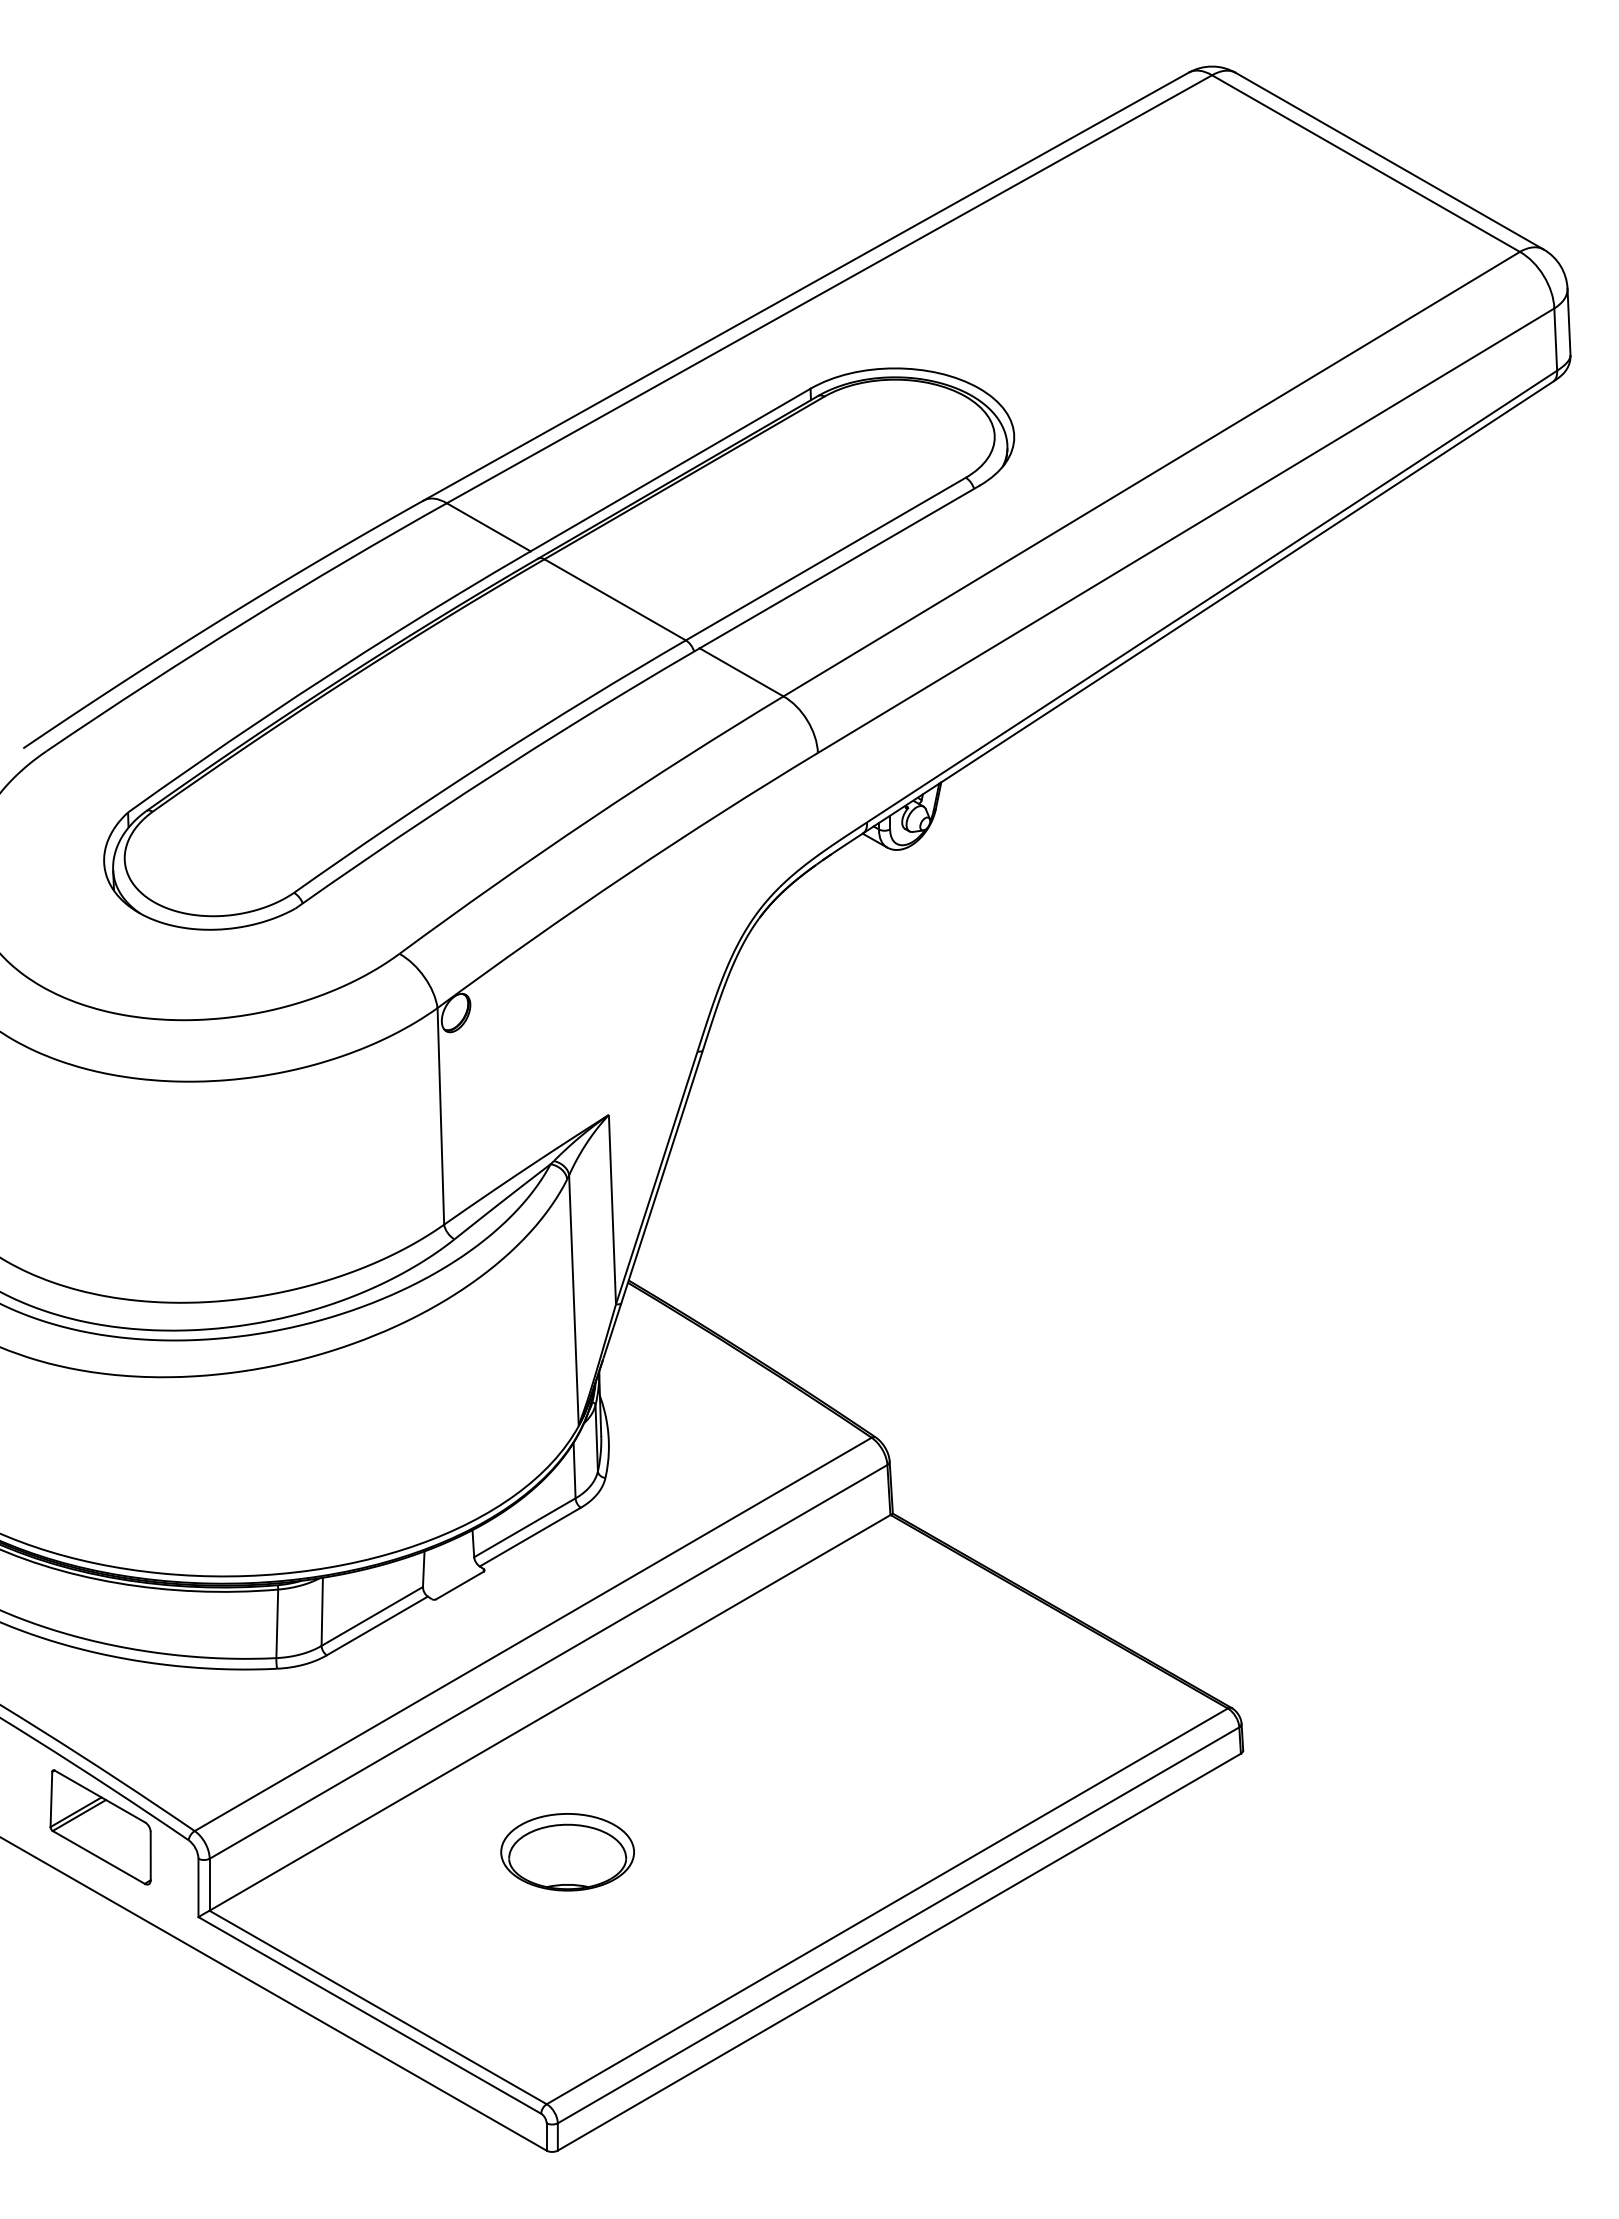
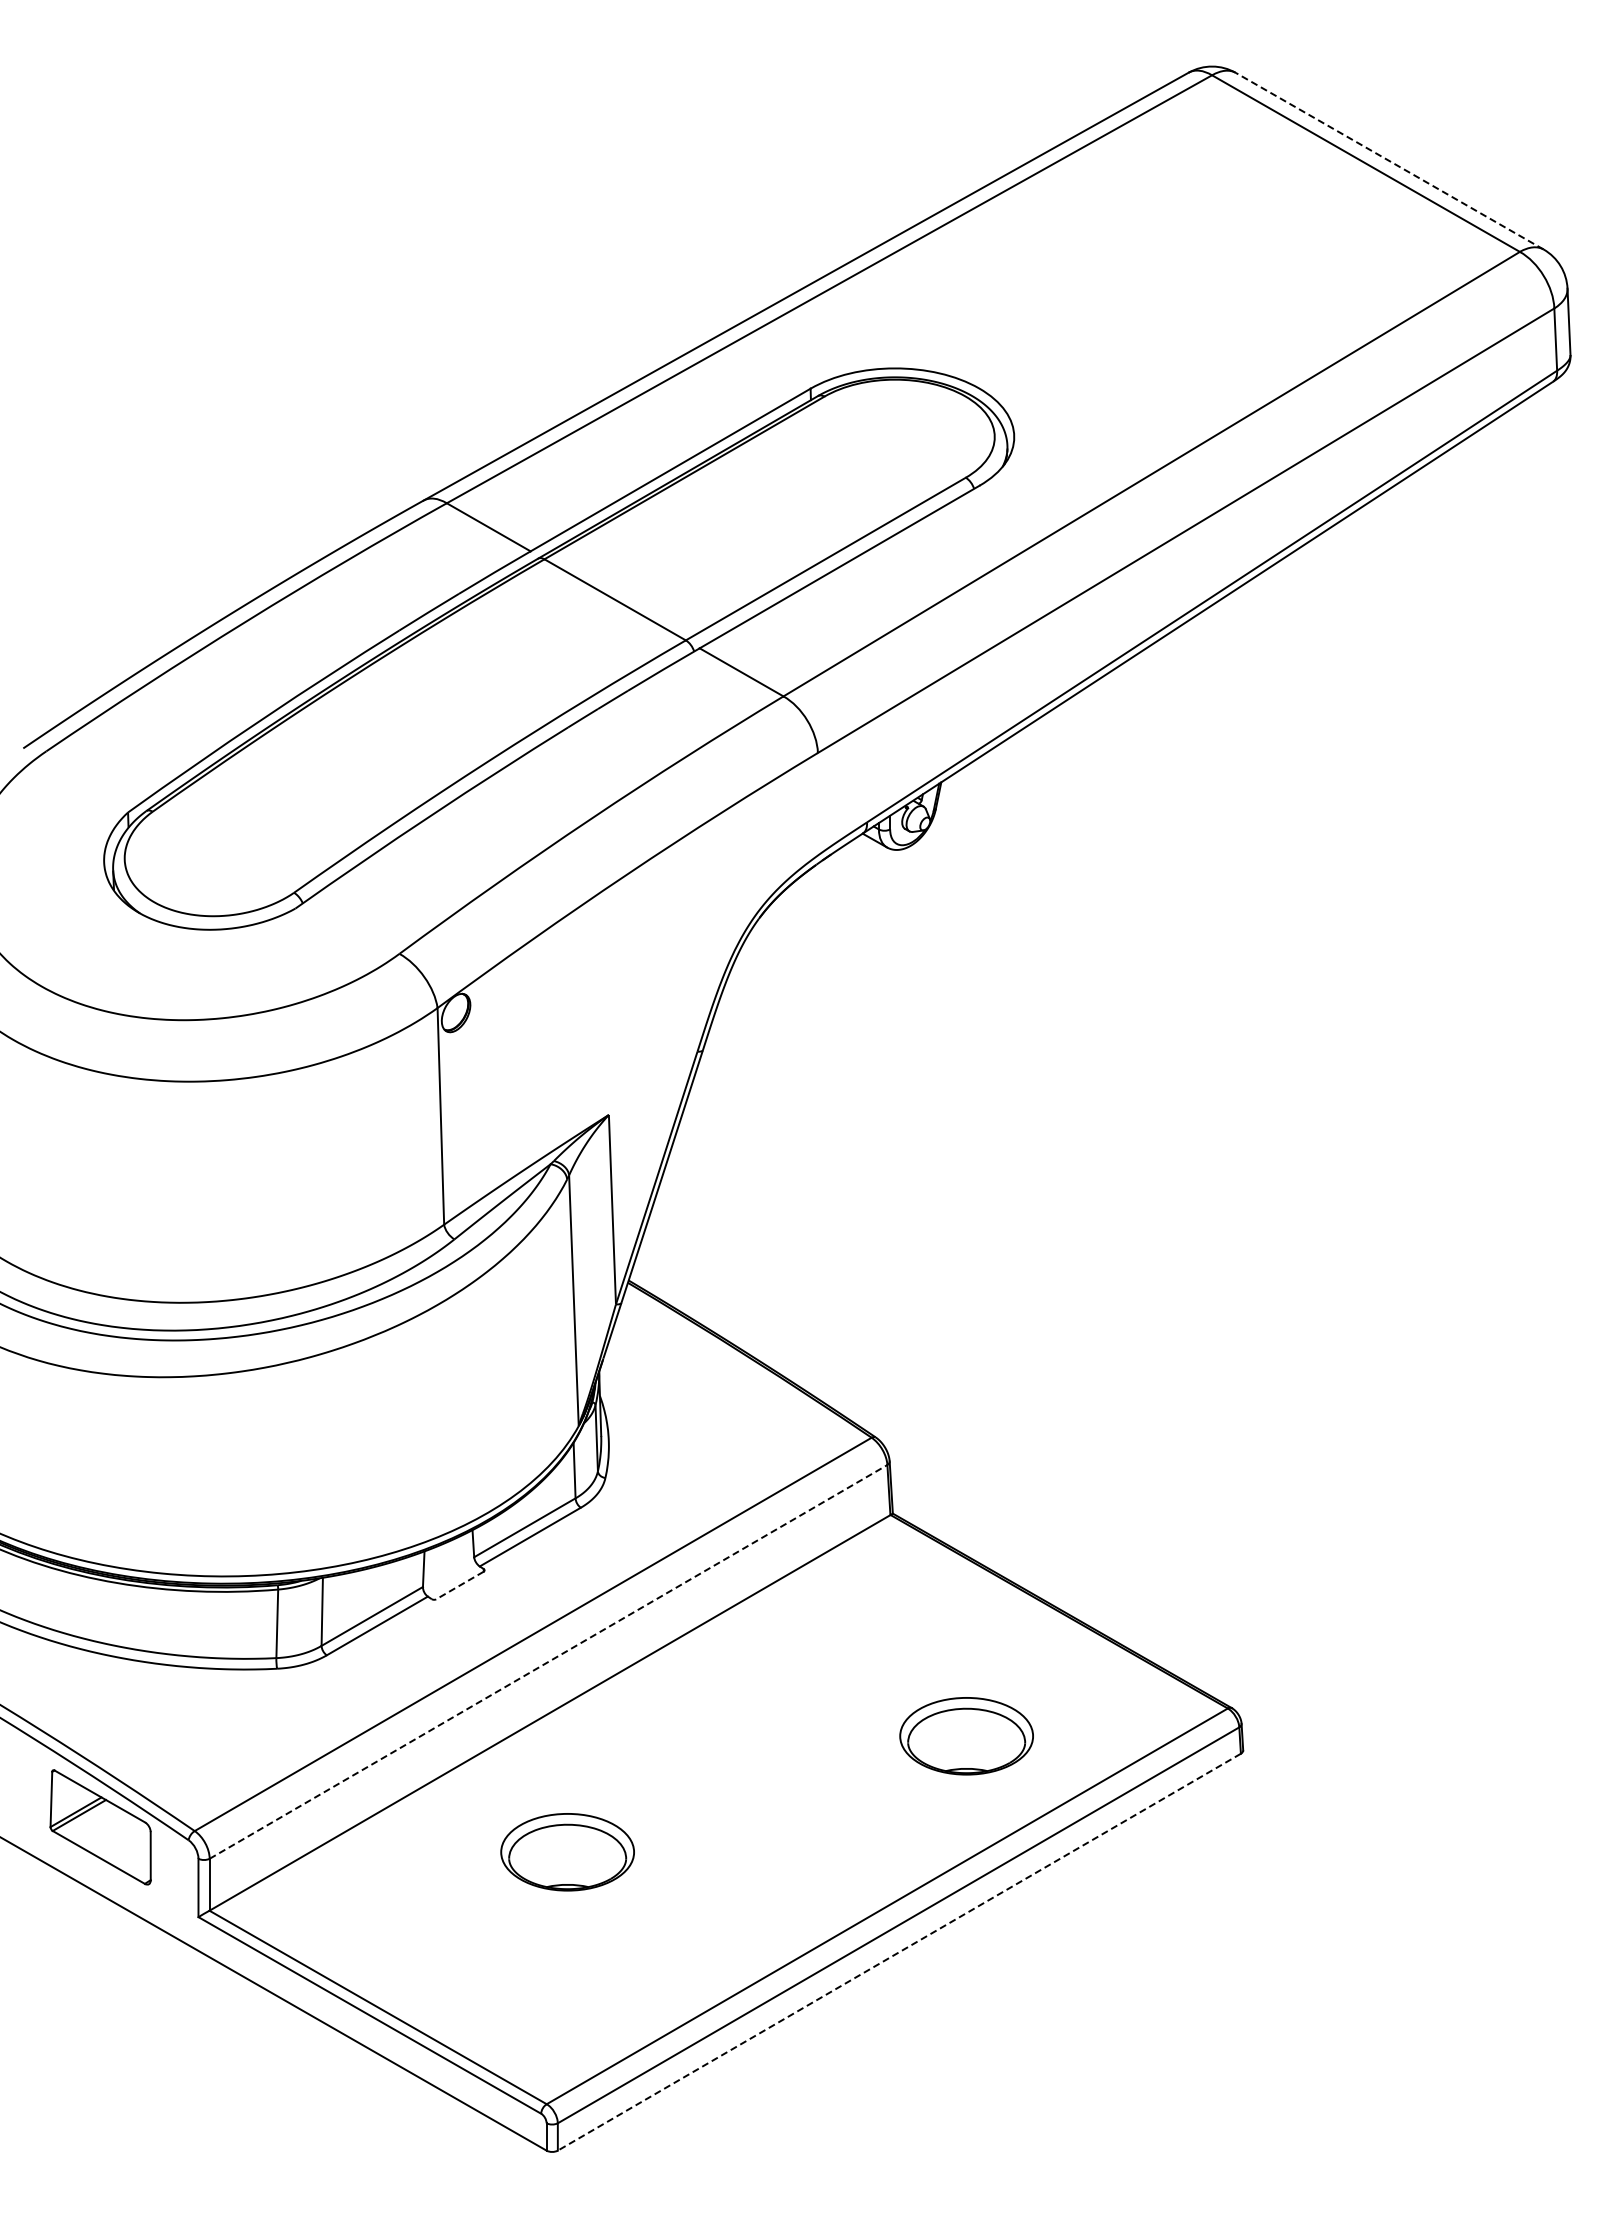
line at (1389, 160): solid -> dashed
line at (459, 1585): solid -> dashed
line at (548, 1661): solid -> dashed
part at (966, 1736): none -> present
line at (899, 1952): solid -> dashed
